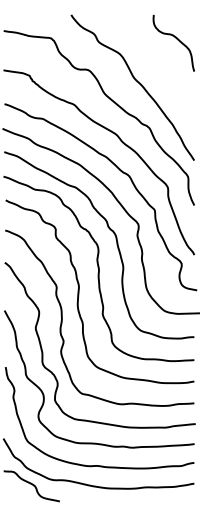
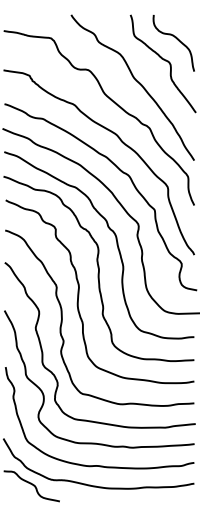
curve at (163, 60): none -> present
